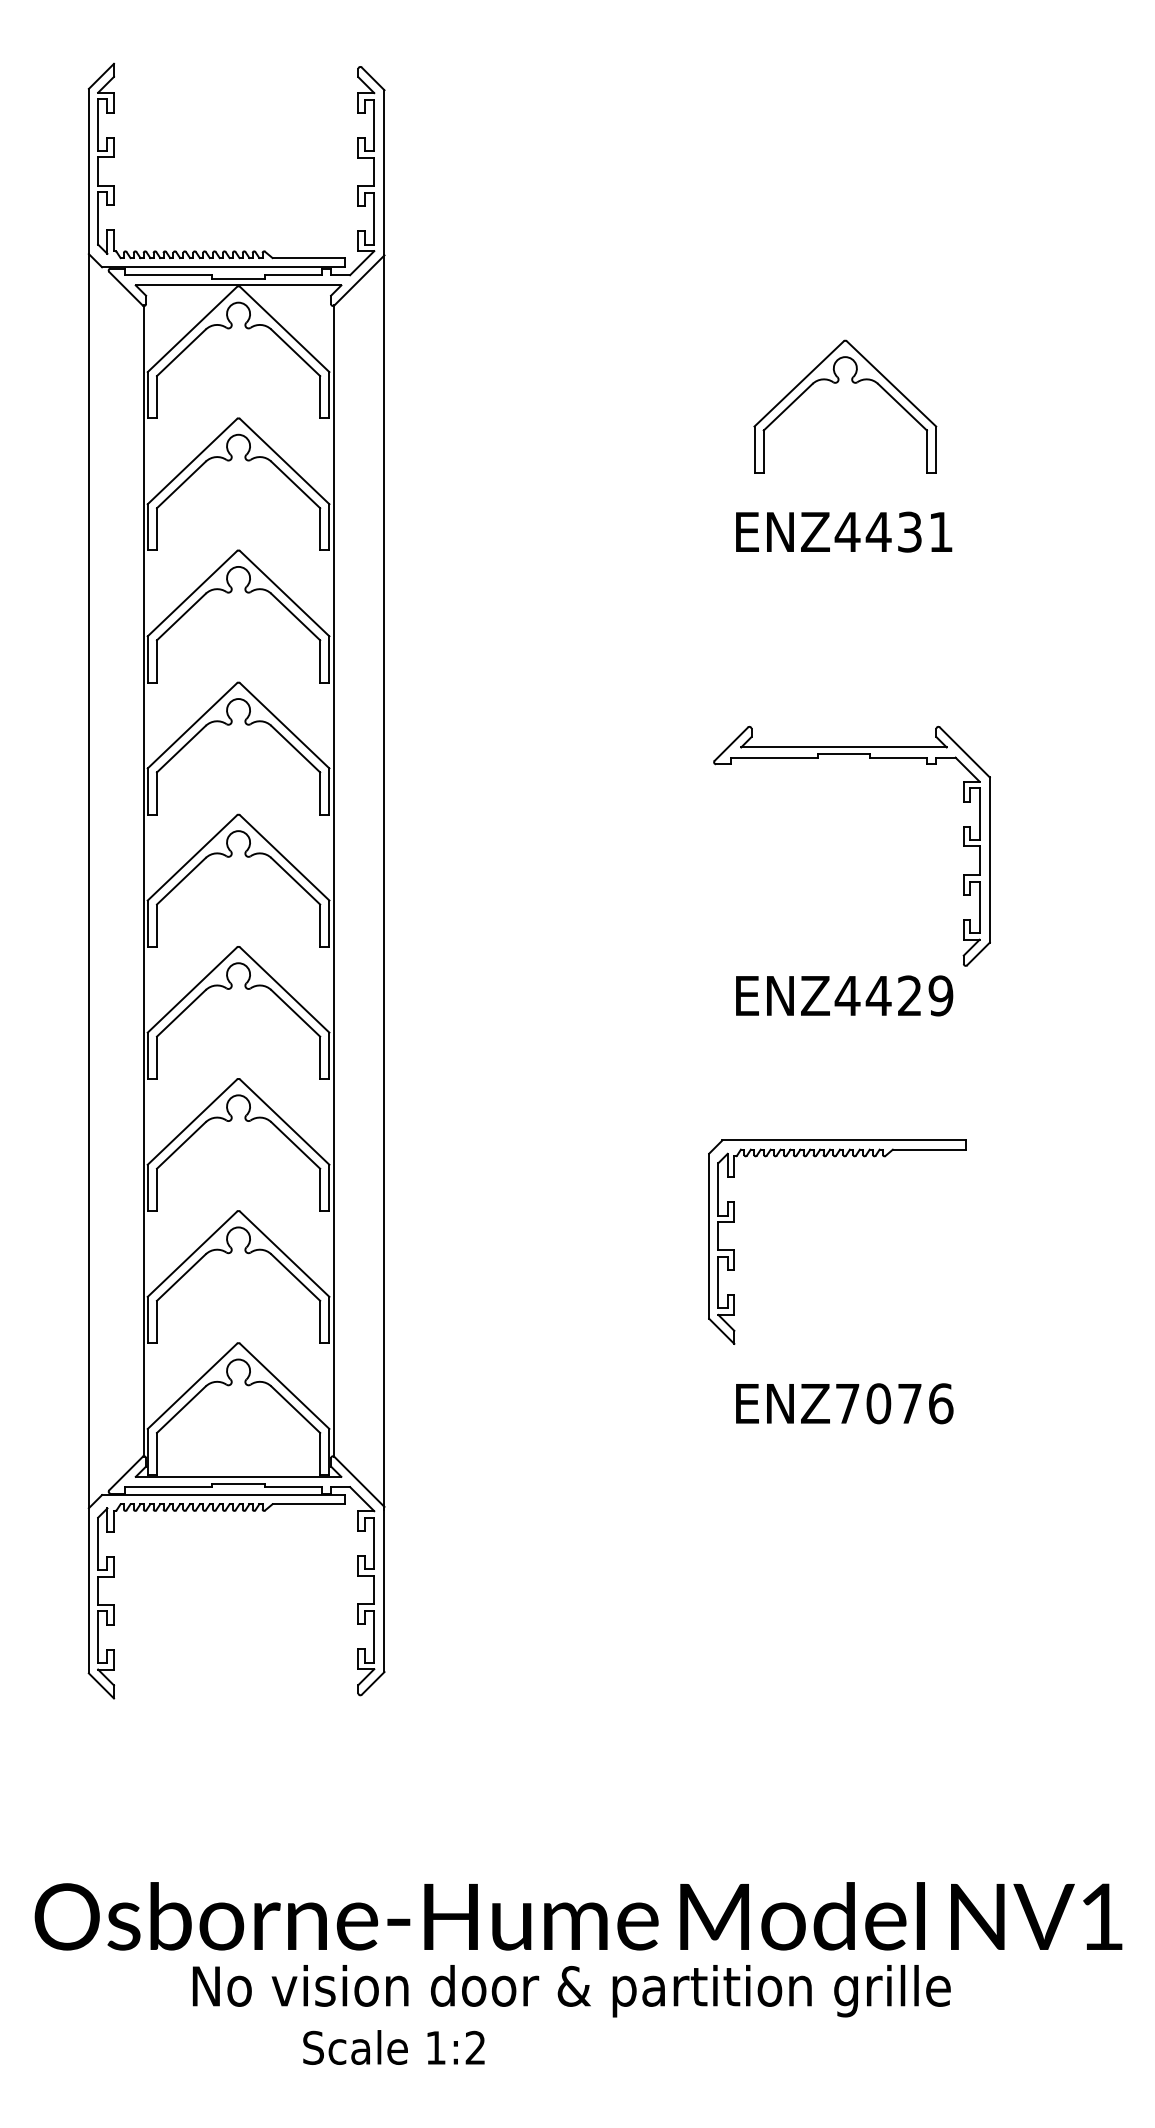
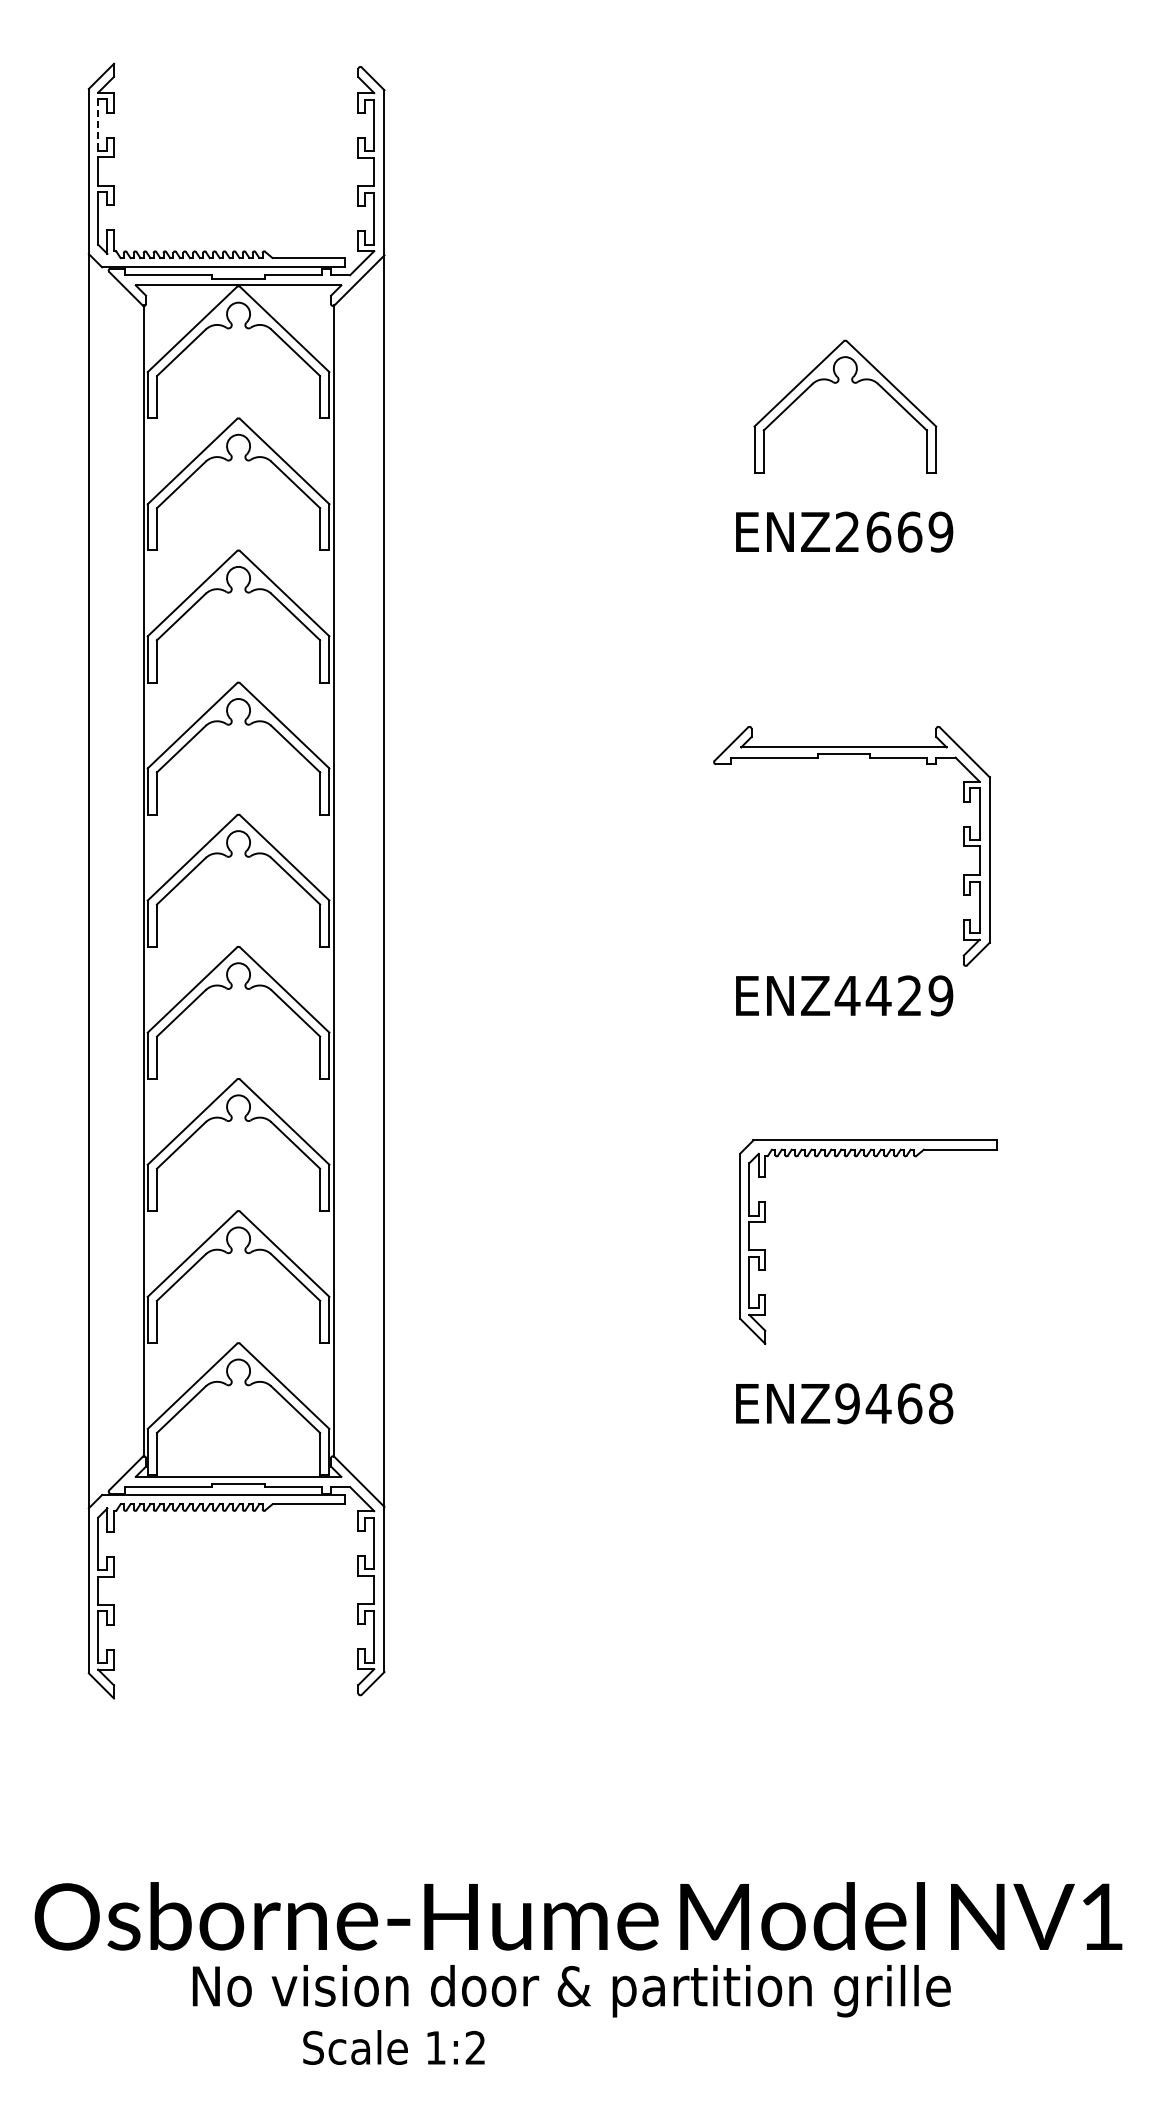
line at (98, 125): solid -> dashed
text at (893, 531): ENZ4431 -> ENZ2669
part at (835, 1157) position: (835, 1157) -> (866, 1157)
text at (894, 1403): ENZ7076 -> ENZ9468
